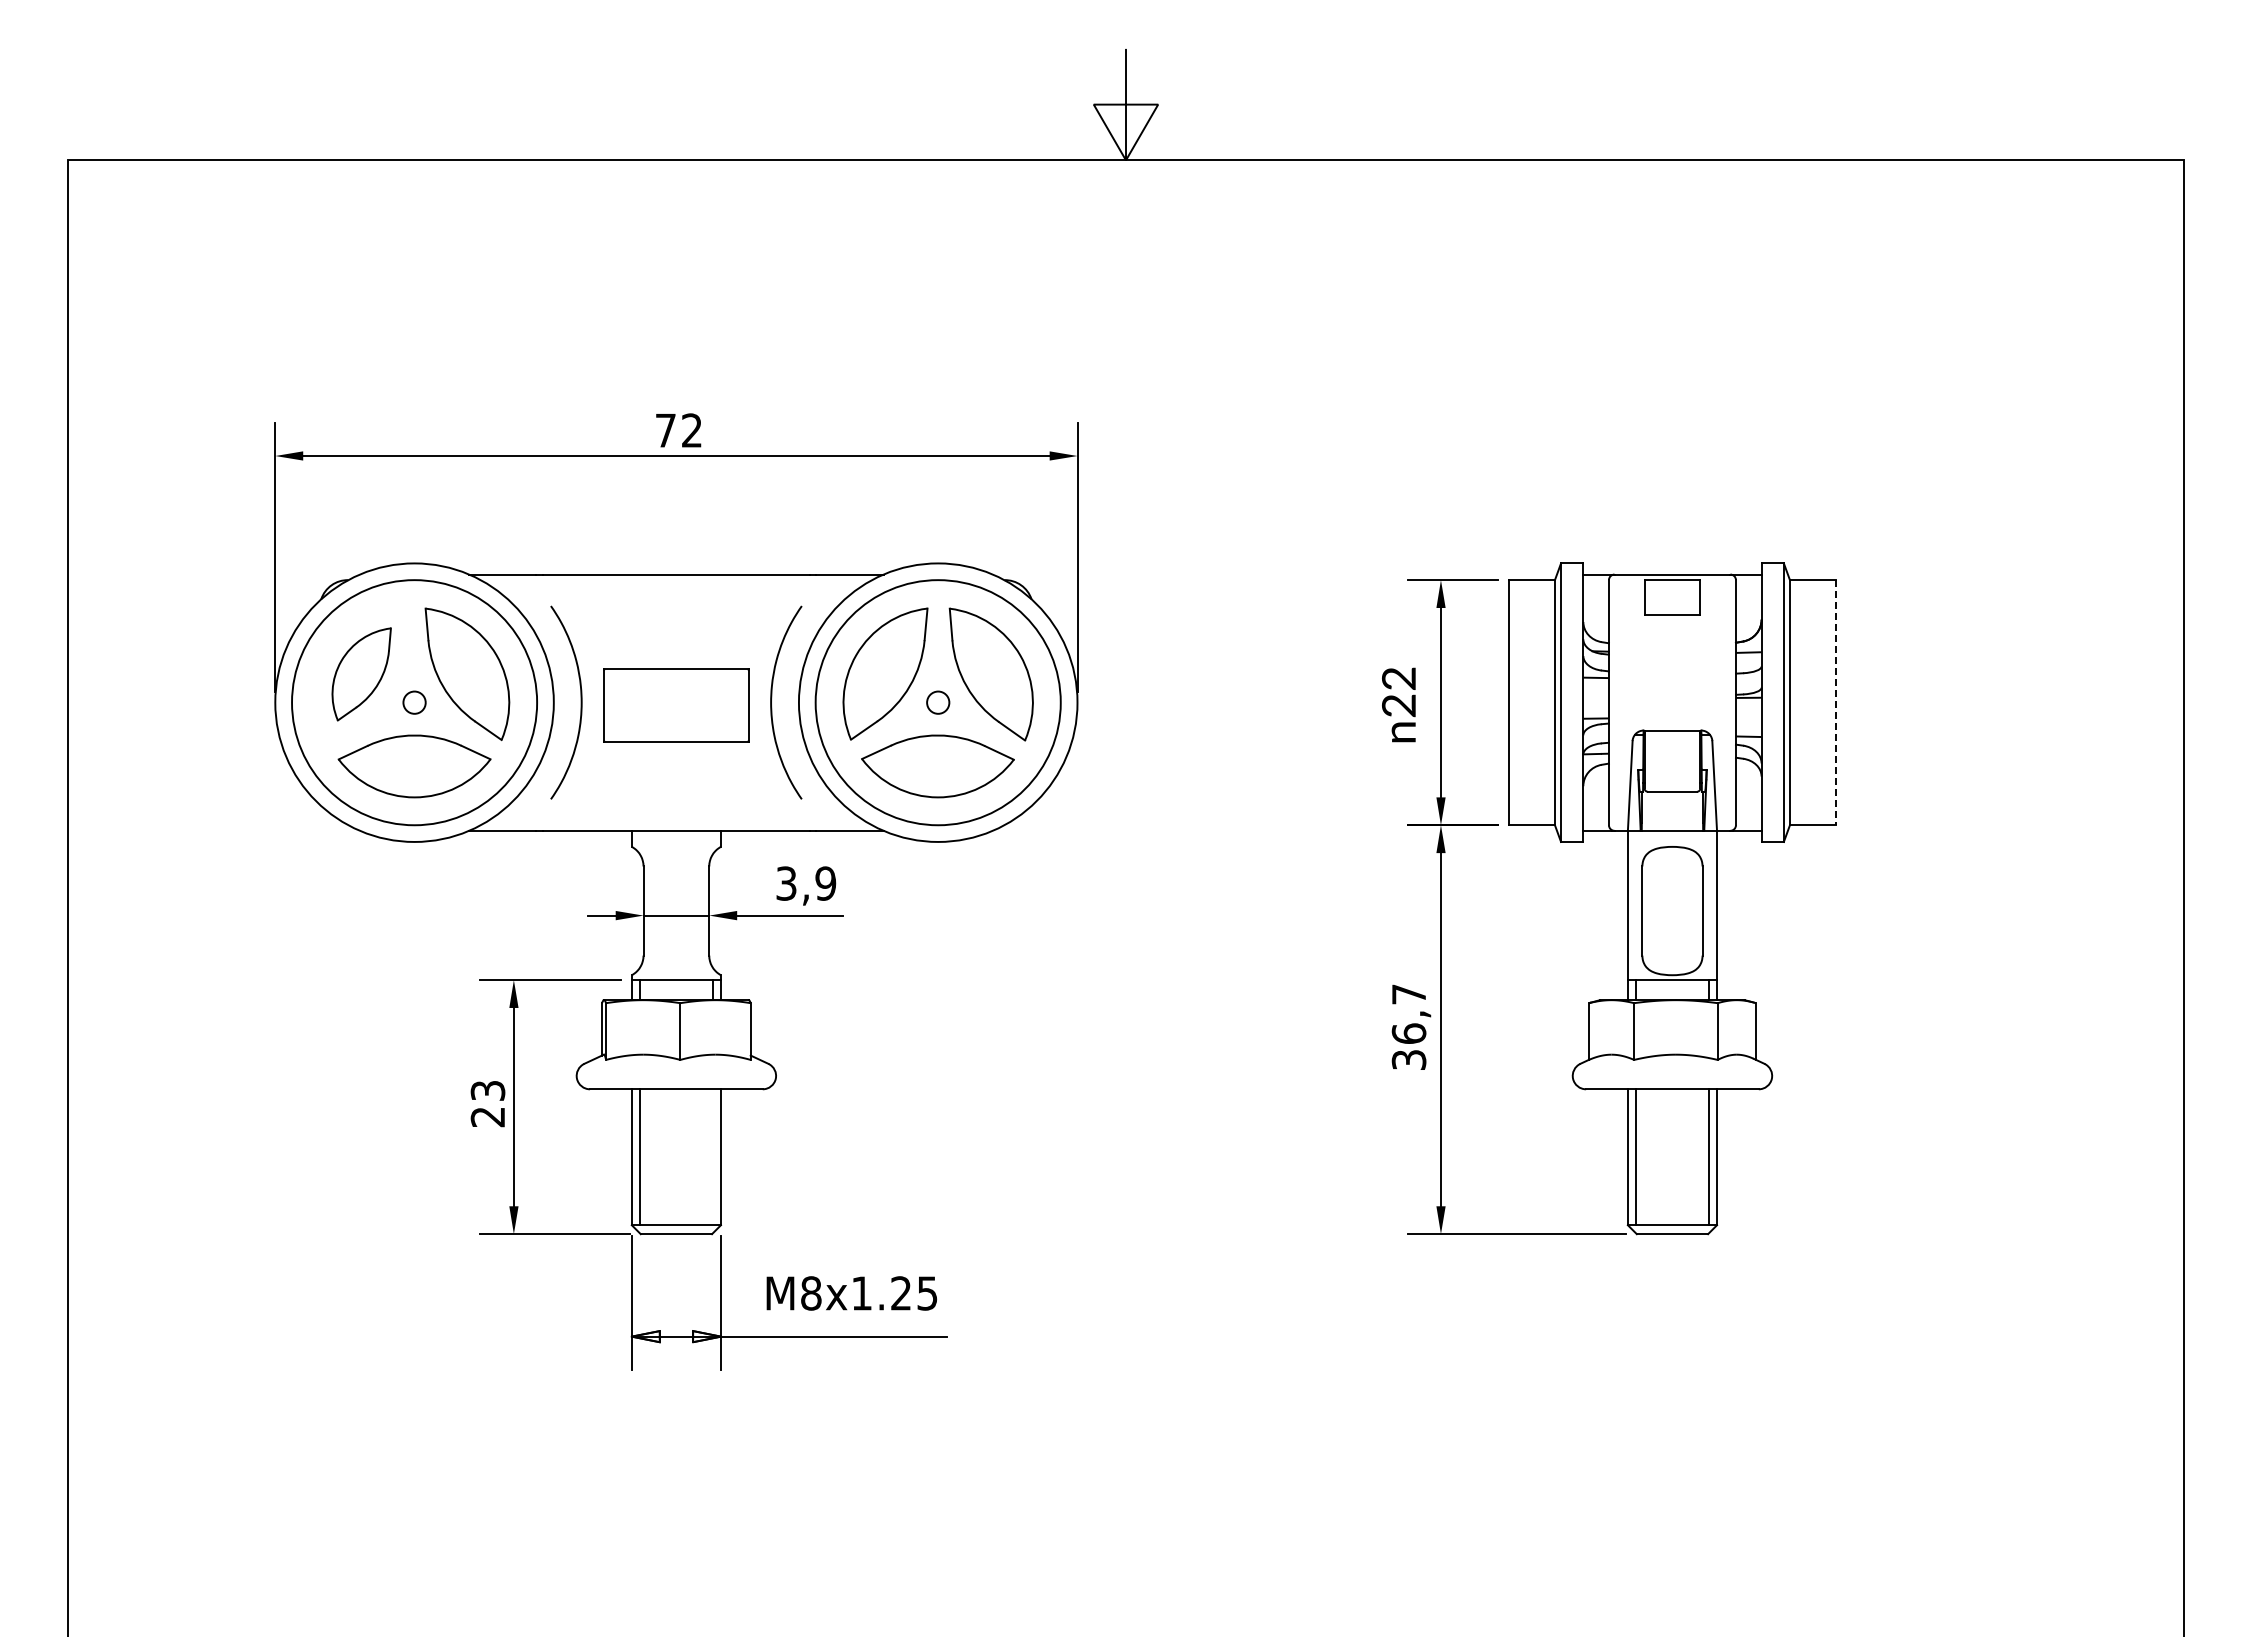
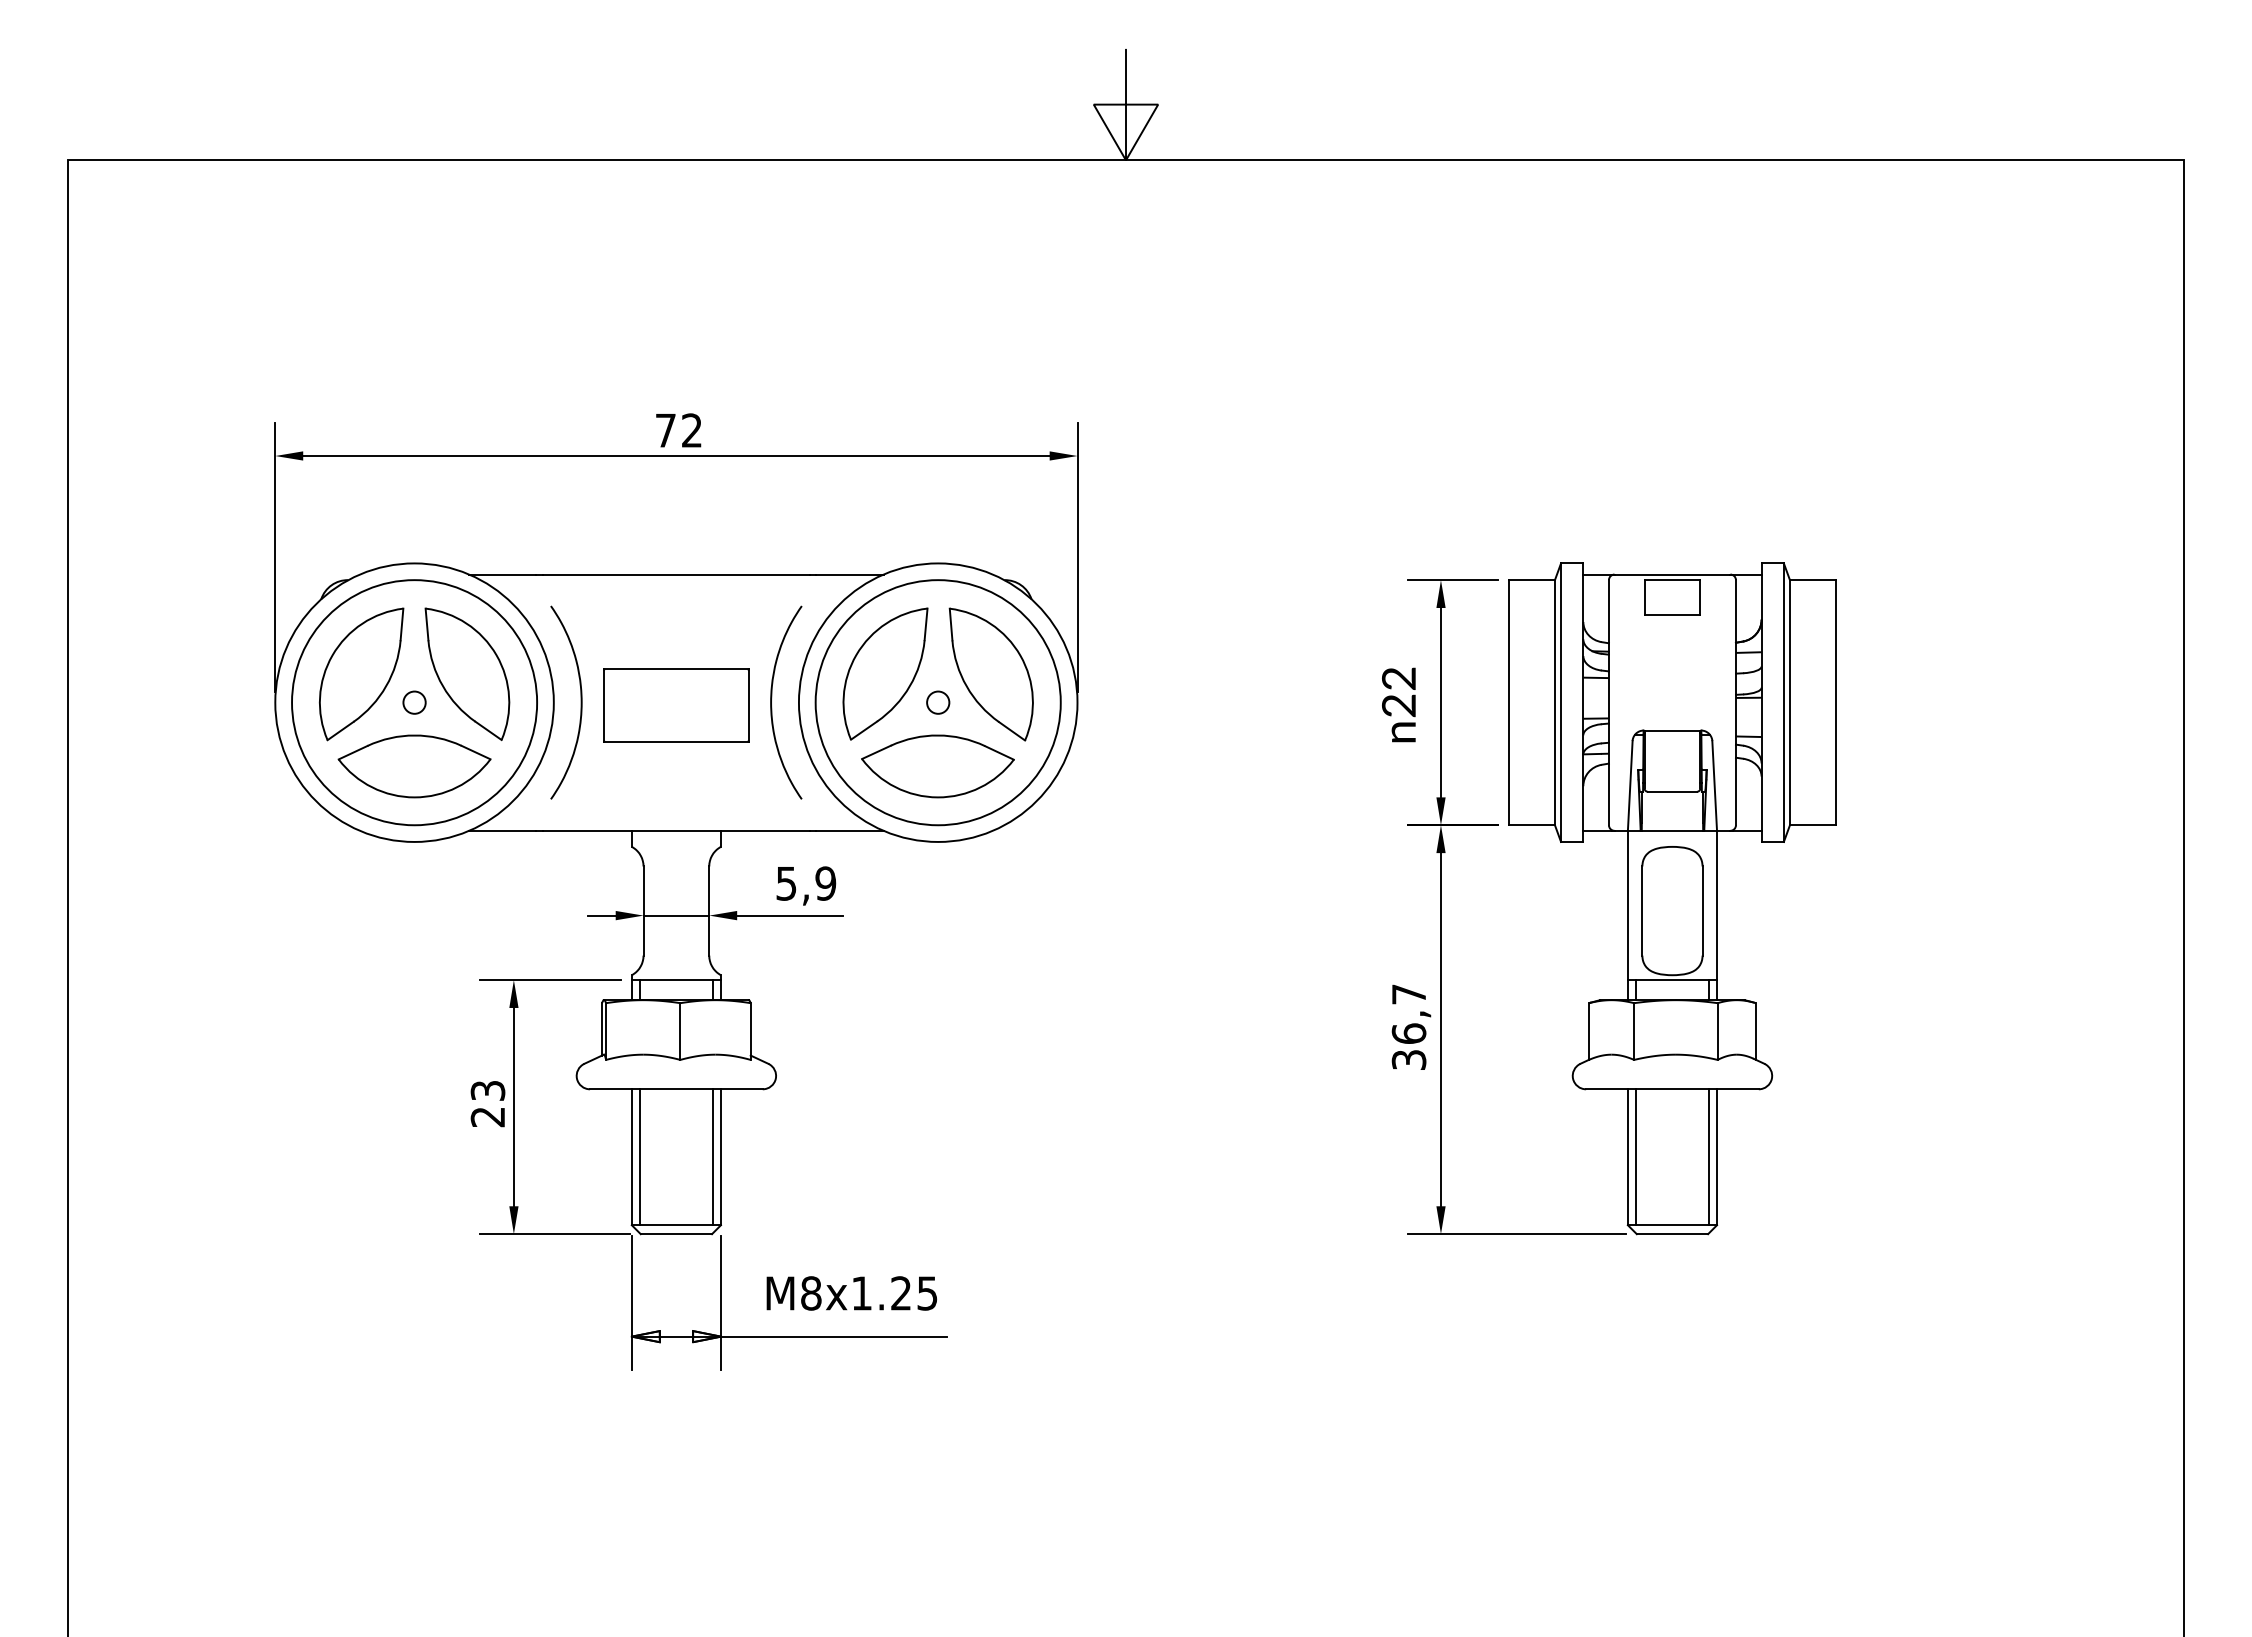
part at (361, 674) size: 61x95 px -> 86x135 px
line at (1836, 702): dashed -> solid
text at (786, 883): 3,9 -> 5,9
line at (712, 1157): none -> present
